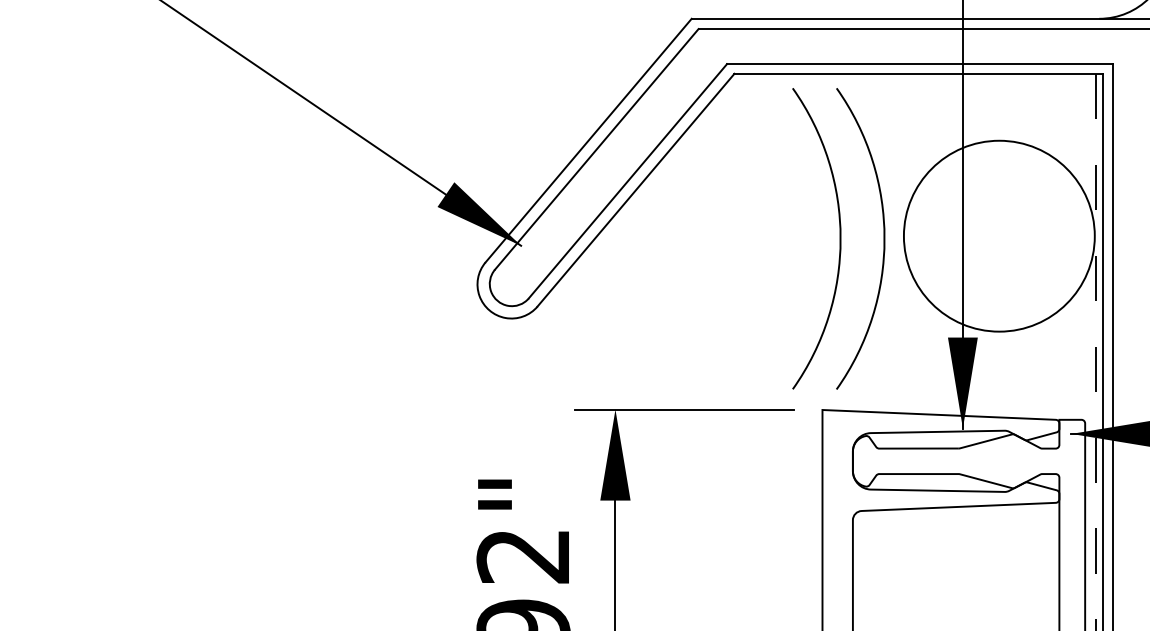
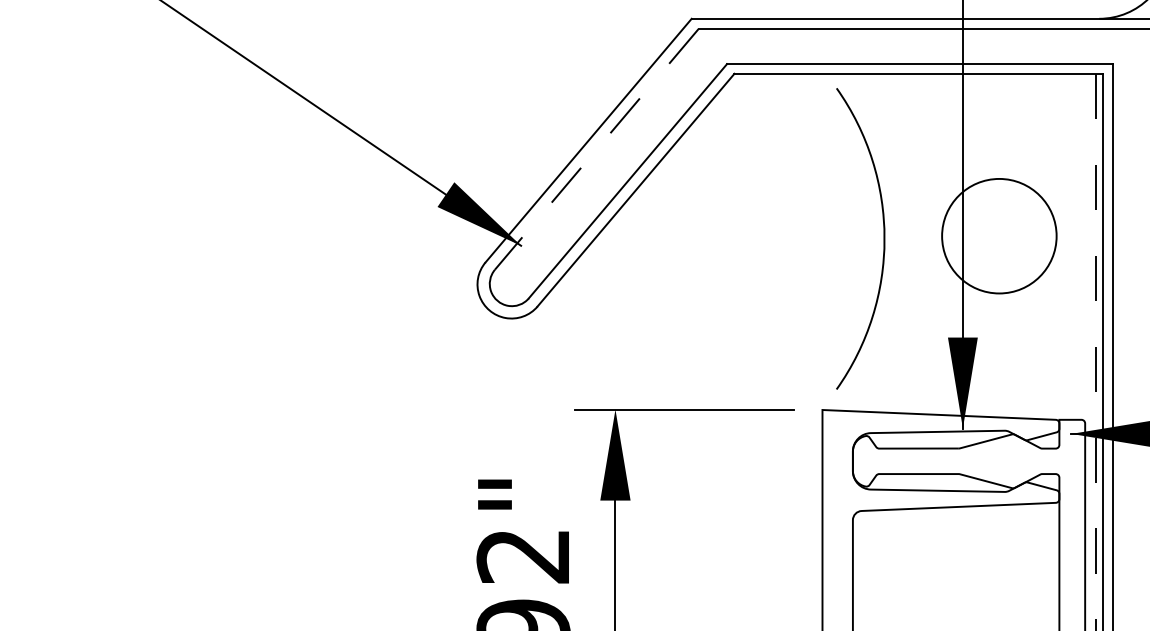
line at (596, 149): solid -> dashed
circle at (998, 235) diameter: 191 px -> 115 px
arc at (839, 238): present -> none
